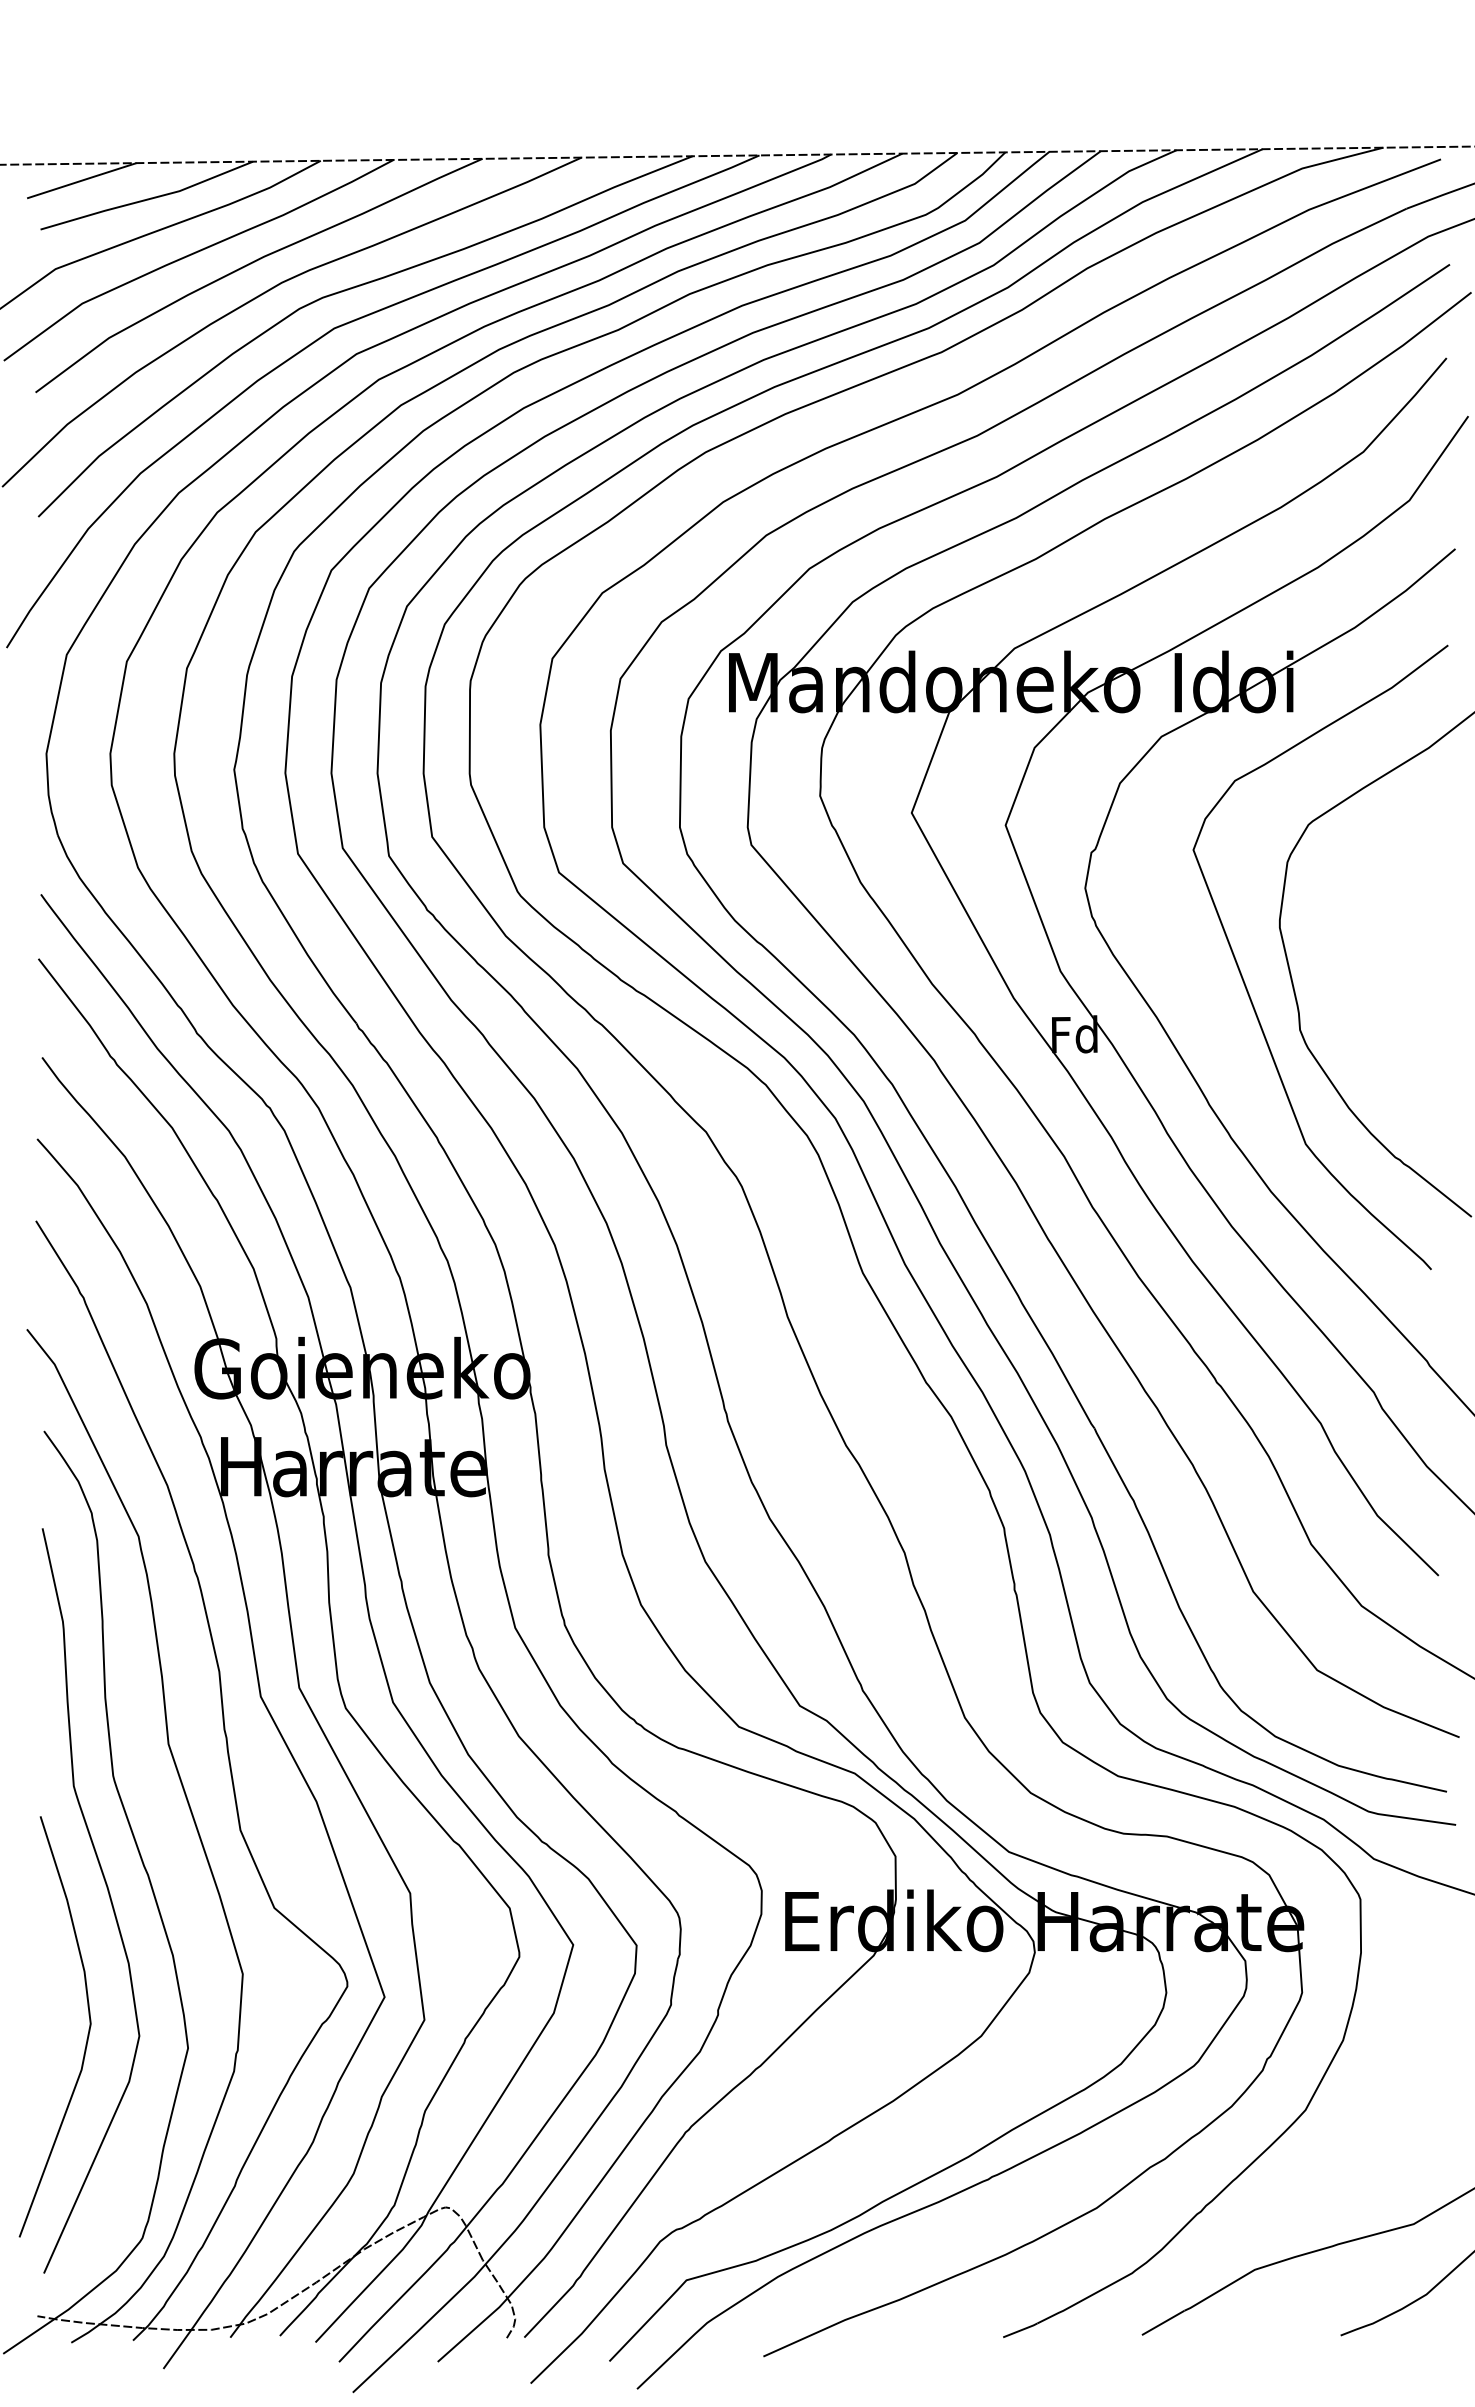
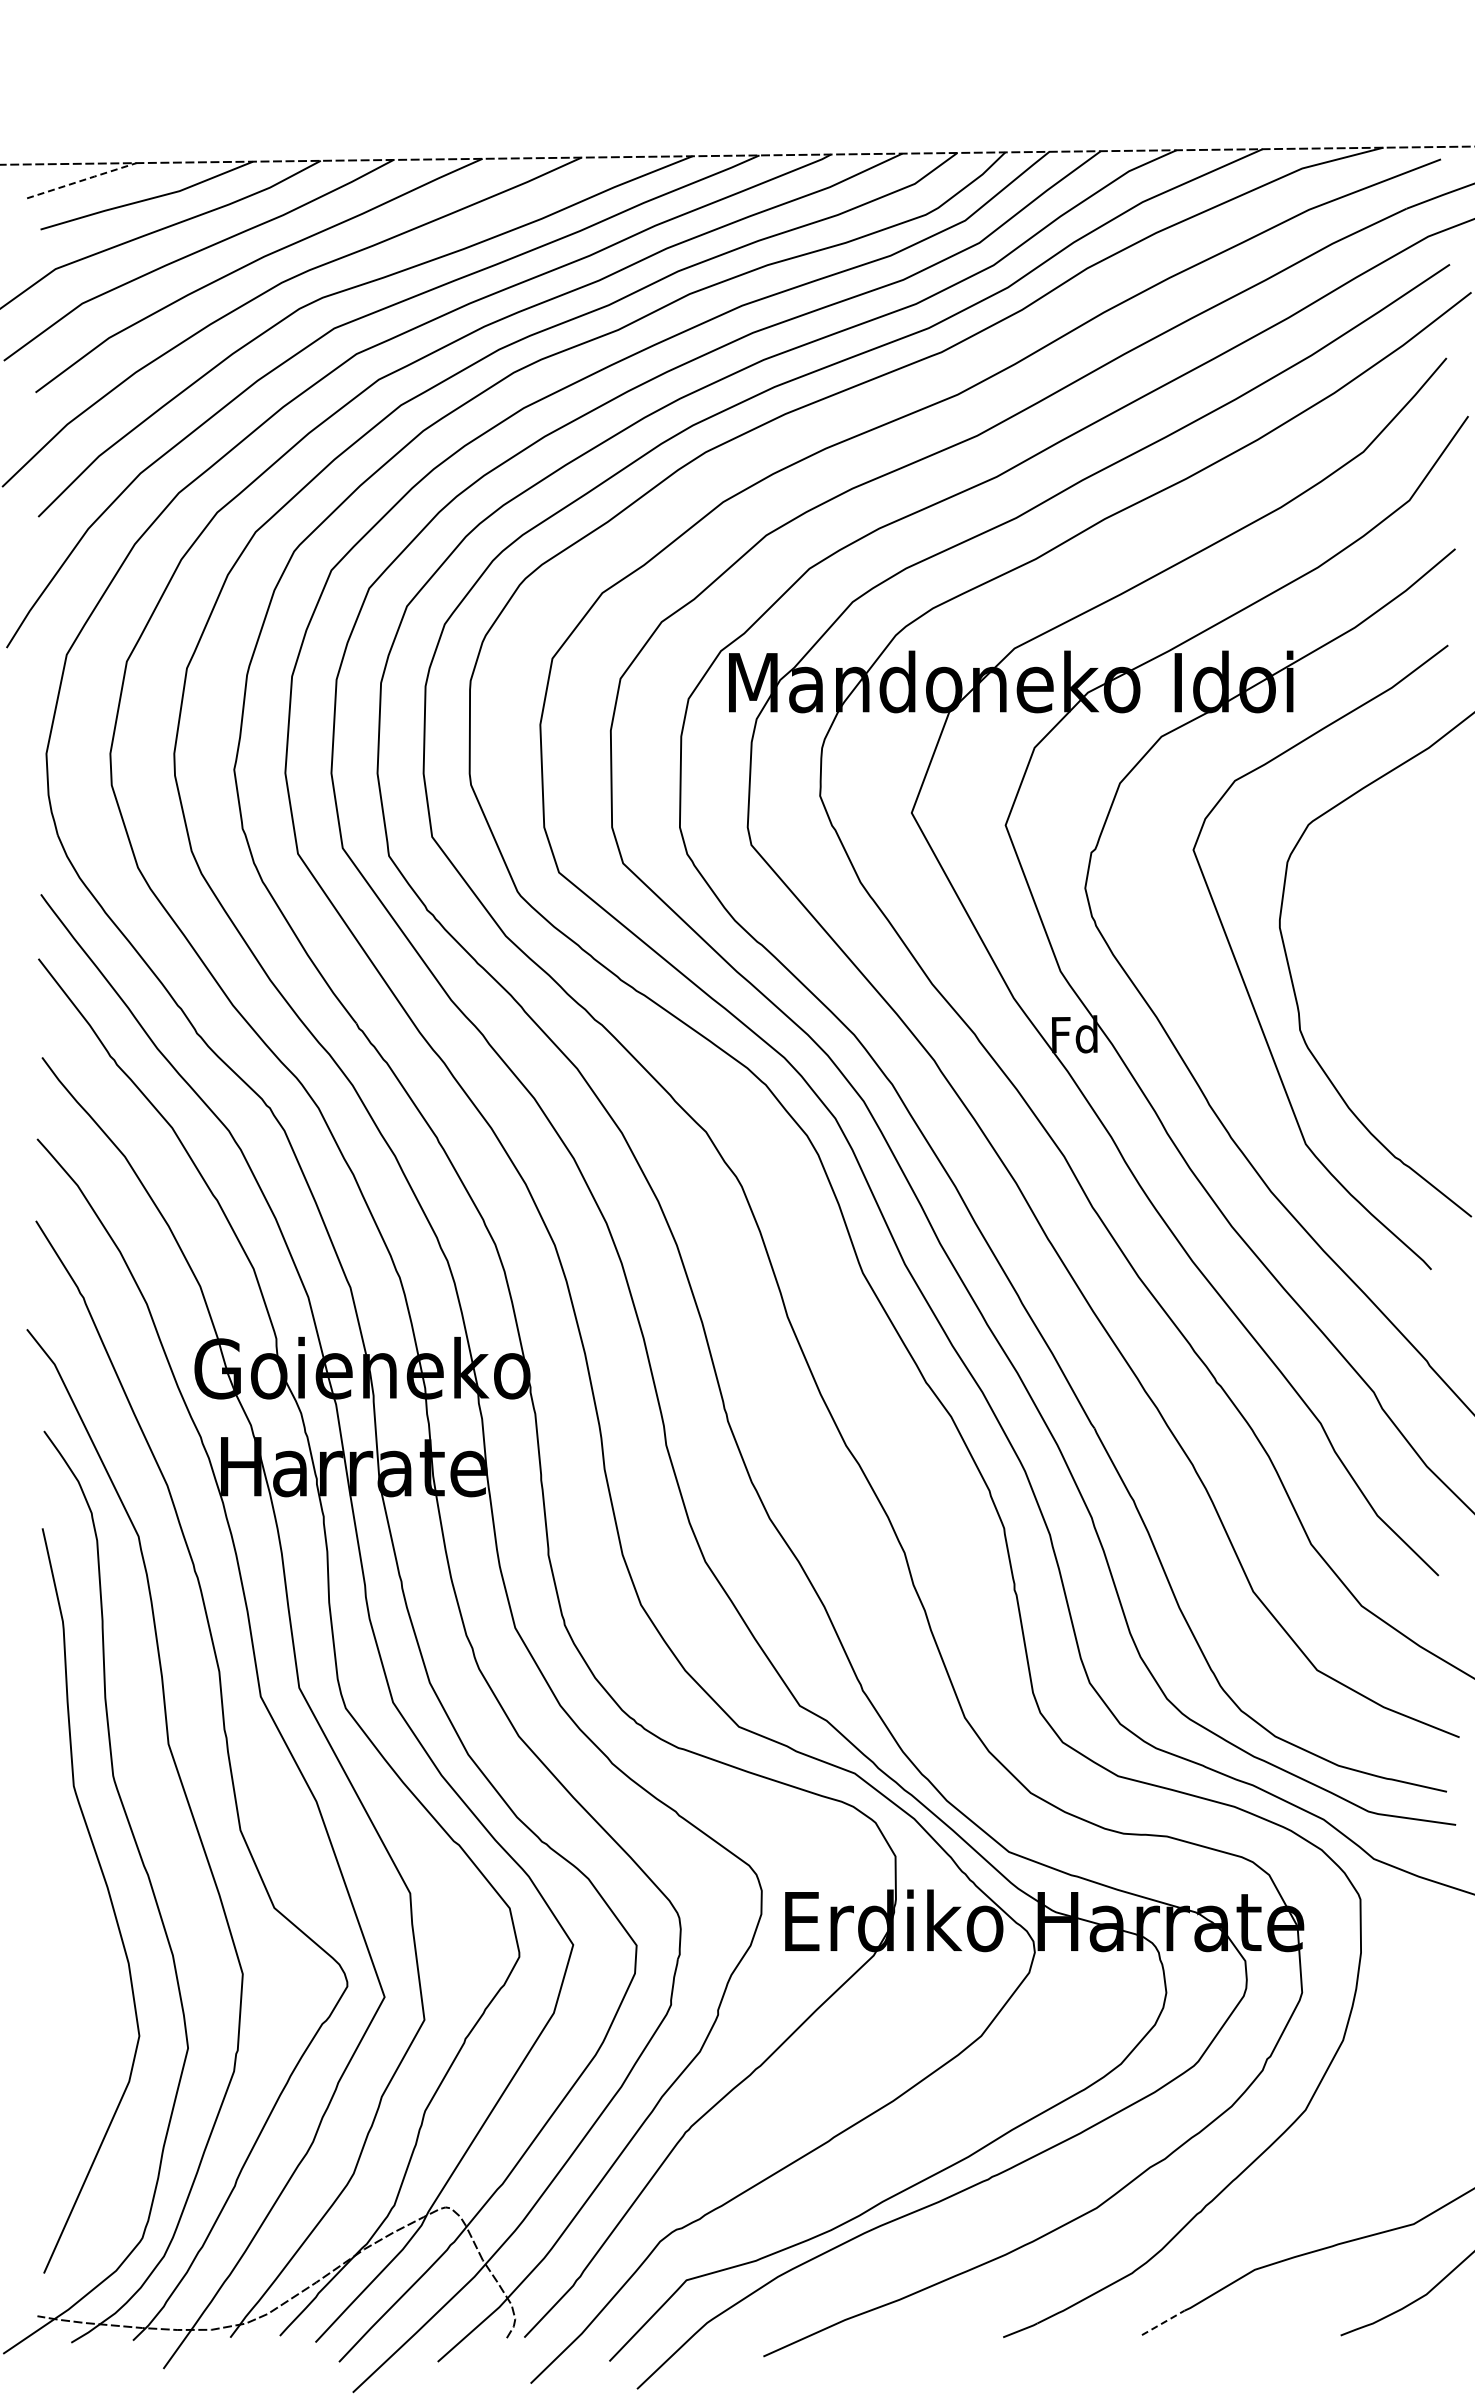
line at (82, 180): solid -> dashed
curve at (87, 2033): present -> none
line at (1163, 2322): solid -> dashed
